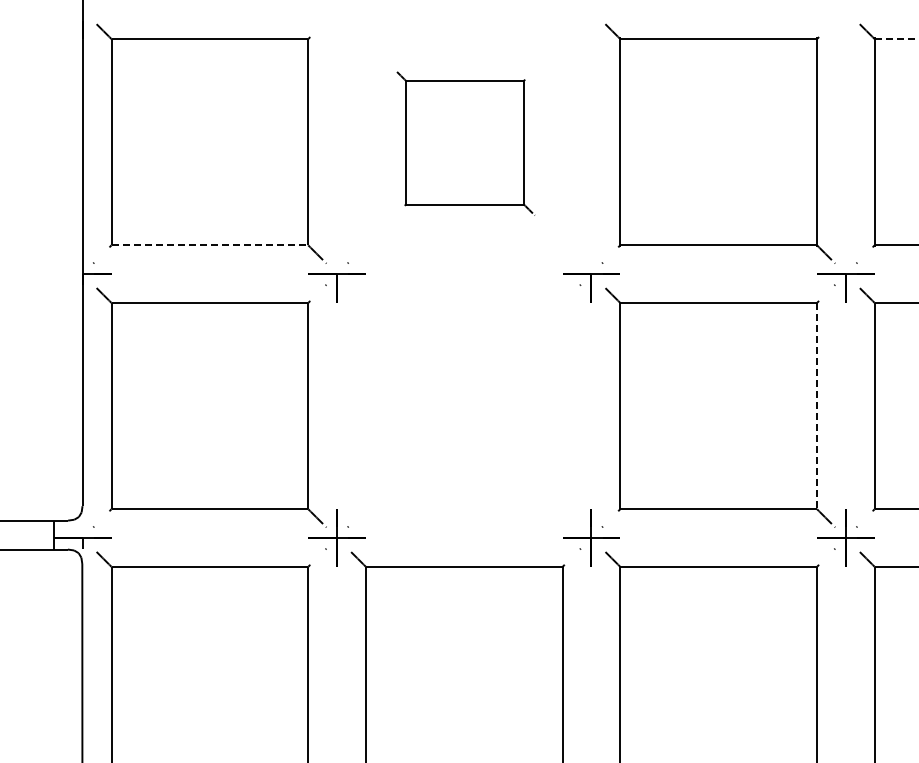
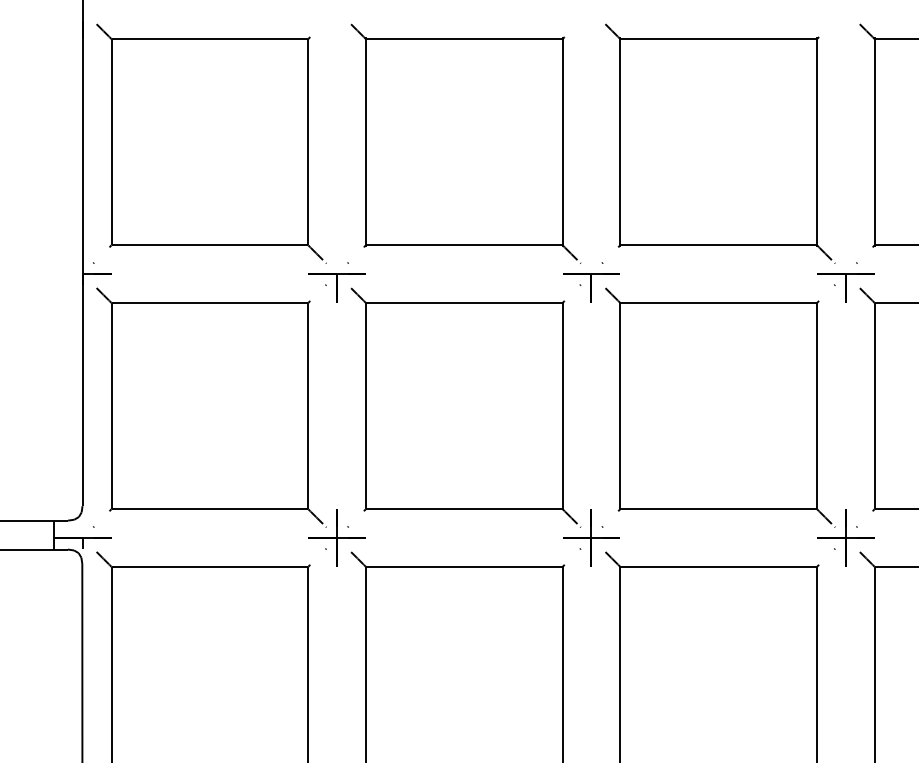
line at (896, 39): dashed -> solid
part at (465, 143) size: 140x145 px -> 232x241 px
line at (210, 245): dashed -> solid
line at (816, 406): dashed -> solid
part at (465, 407): none -> present
